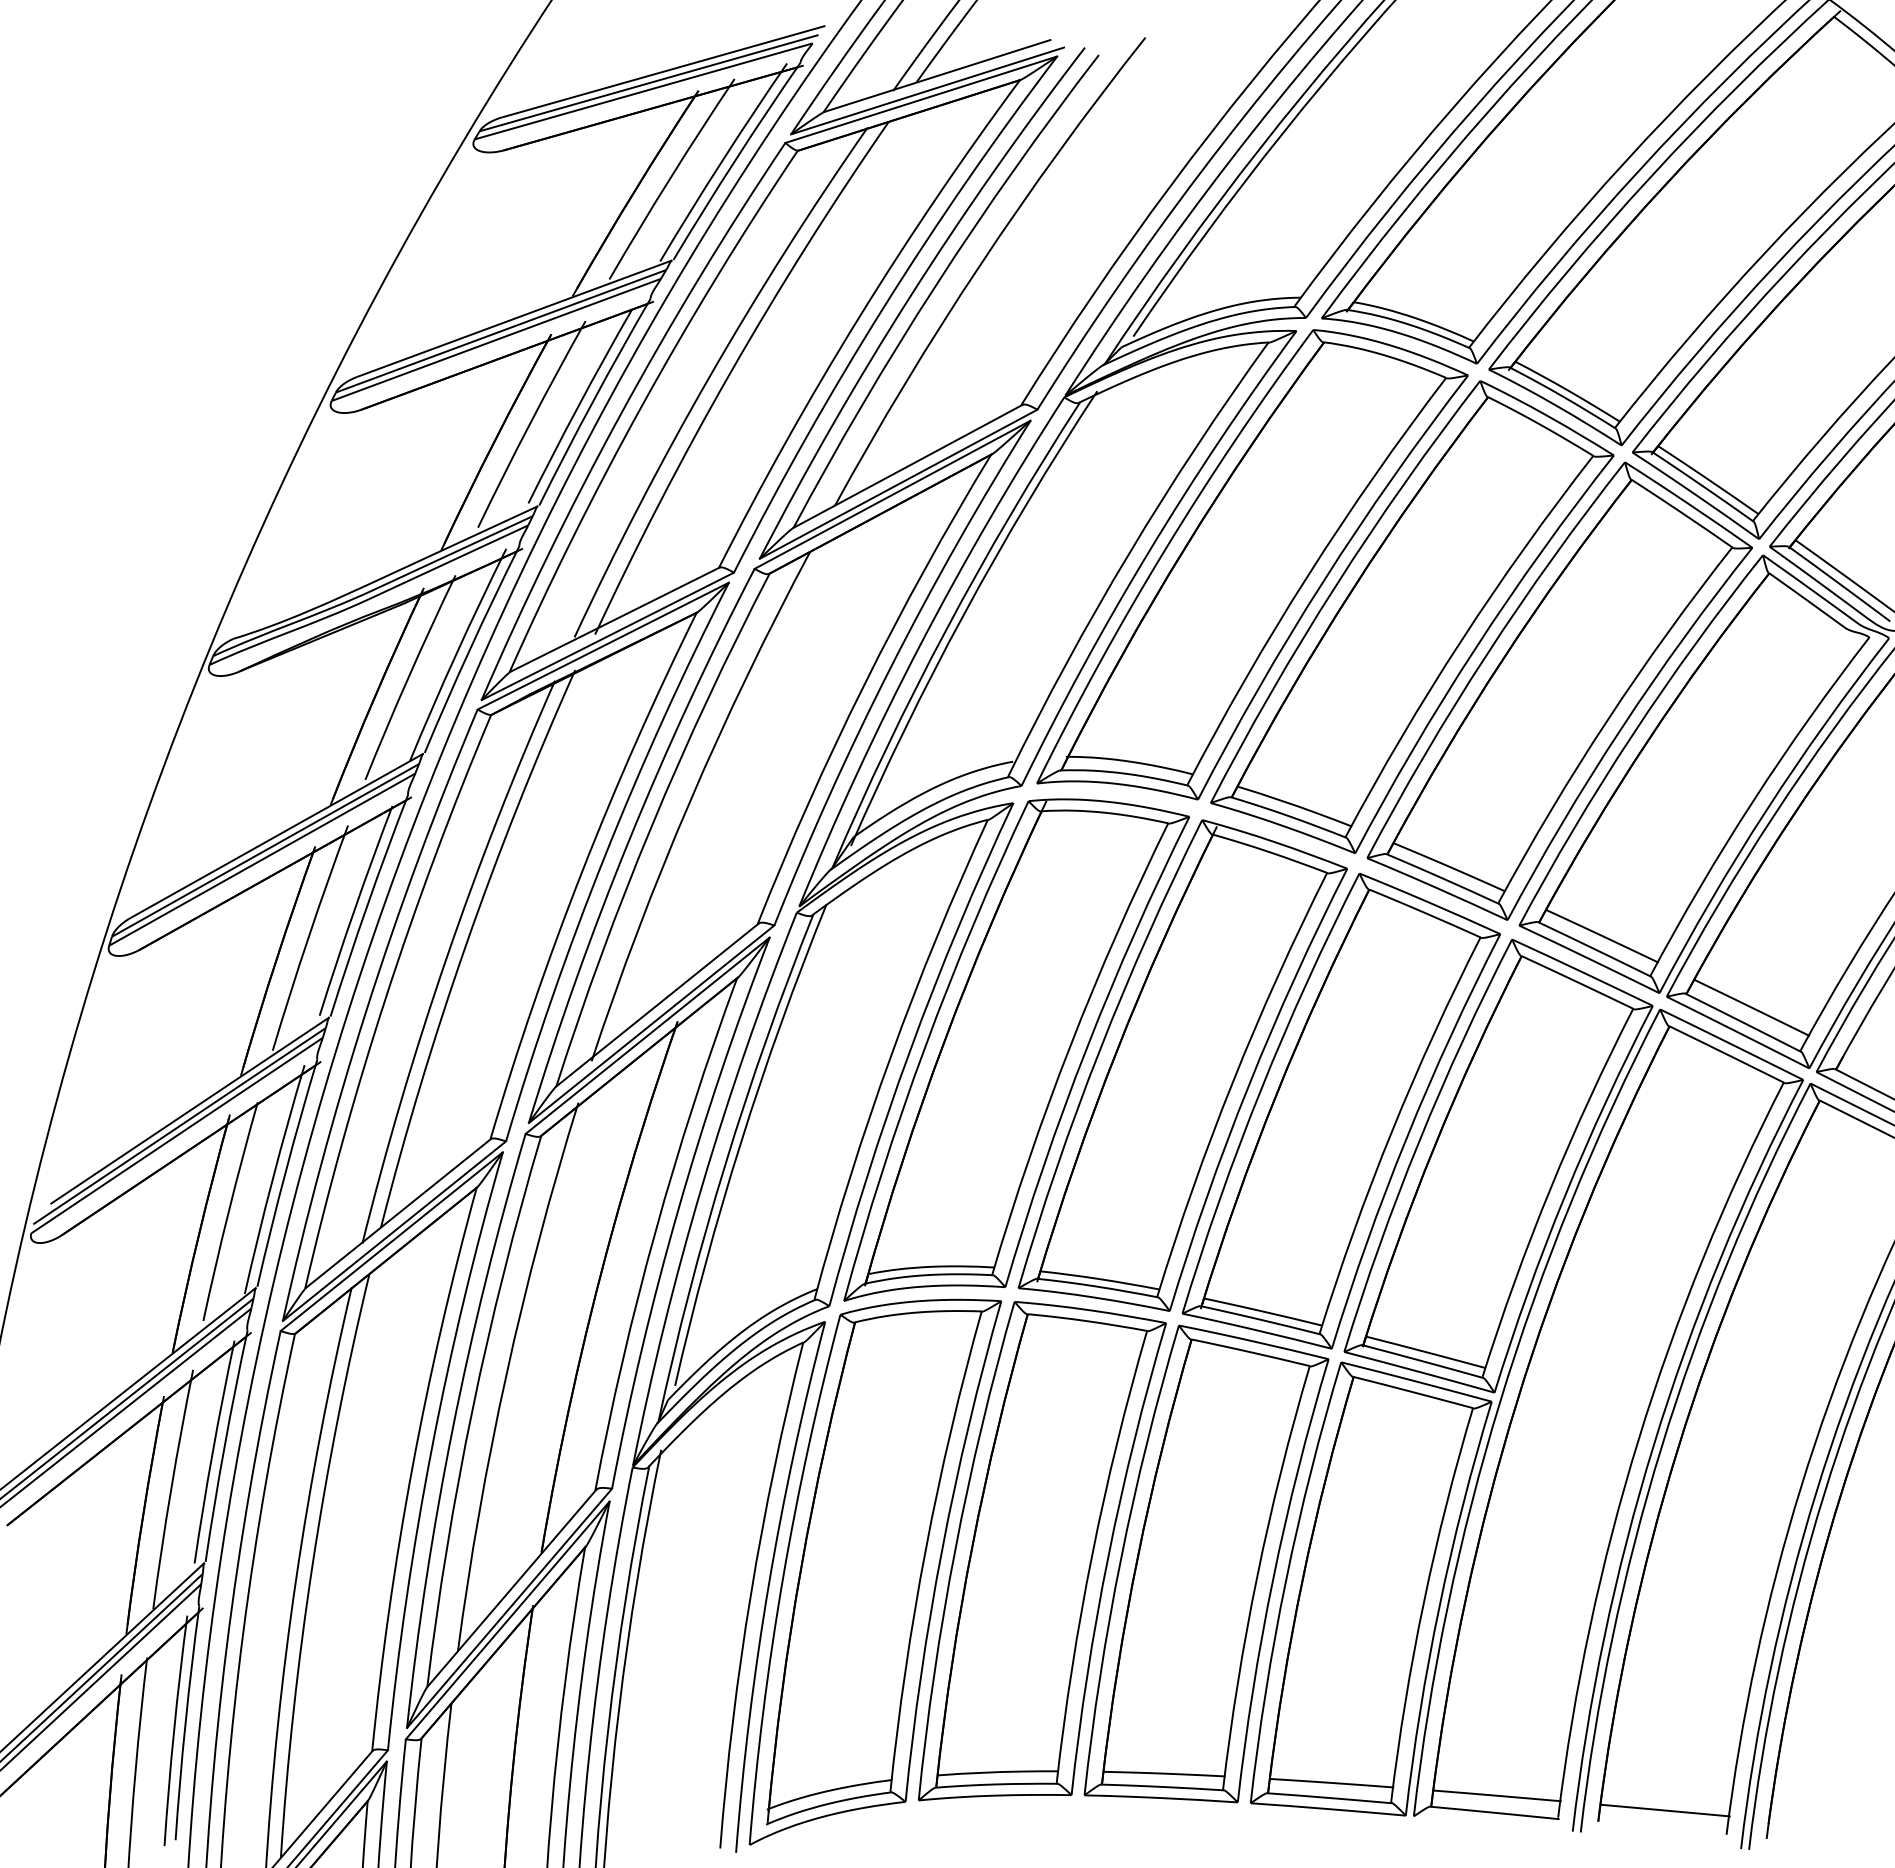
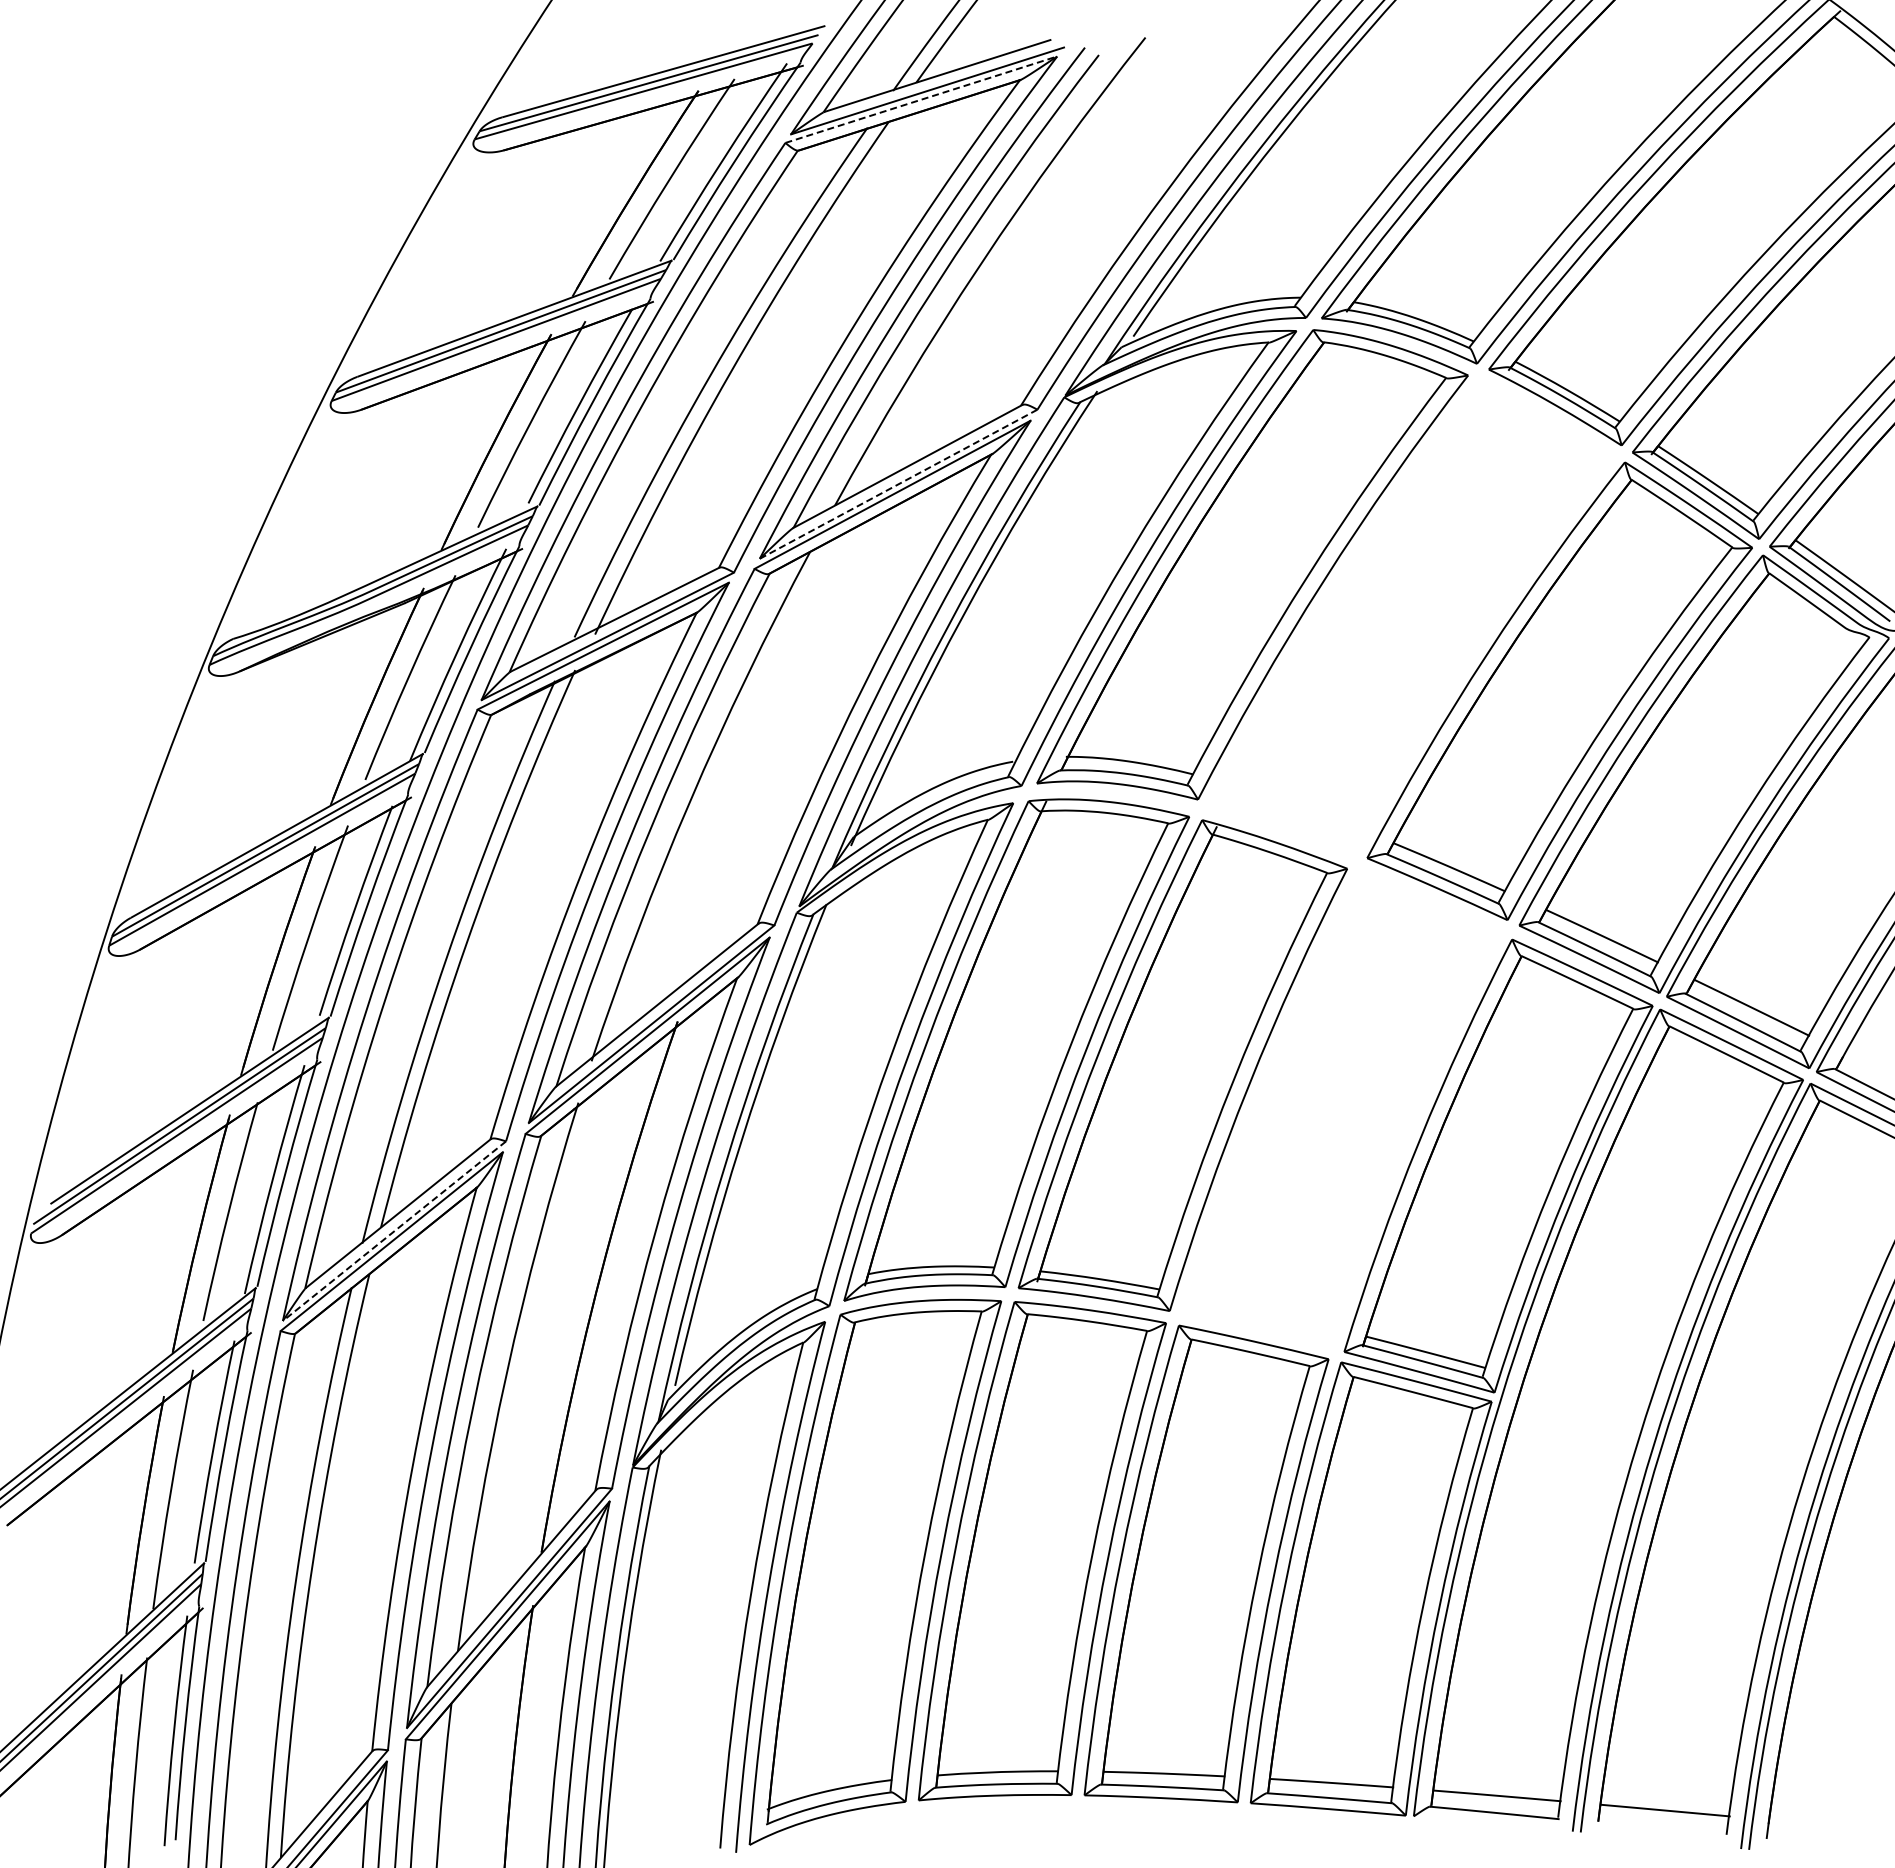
line at (921, 99): solid -> dashed
line at (898, 484): solid -> dashed
part at (1412, 616): present -> none
part at (1340, 1111): present -> none
line at (394, 1231): solid -> dashed
